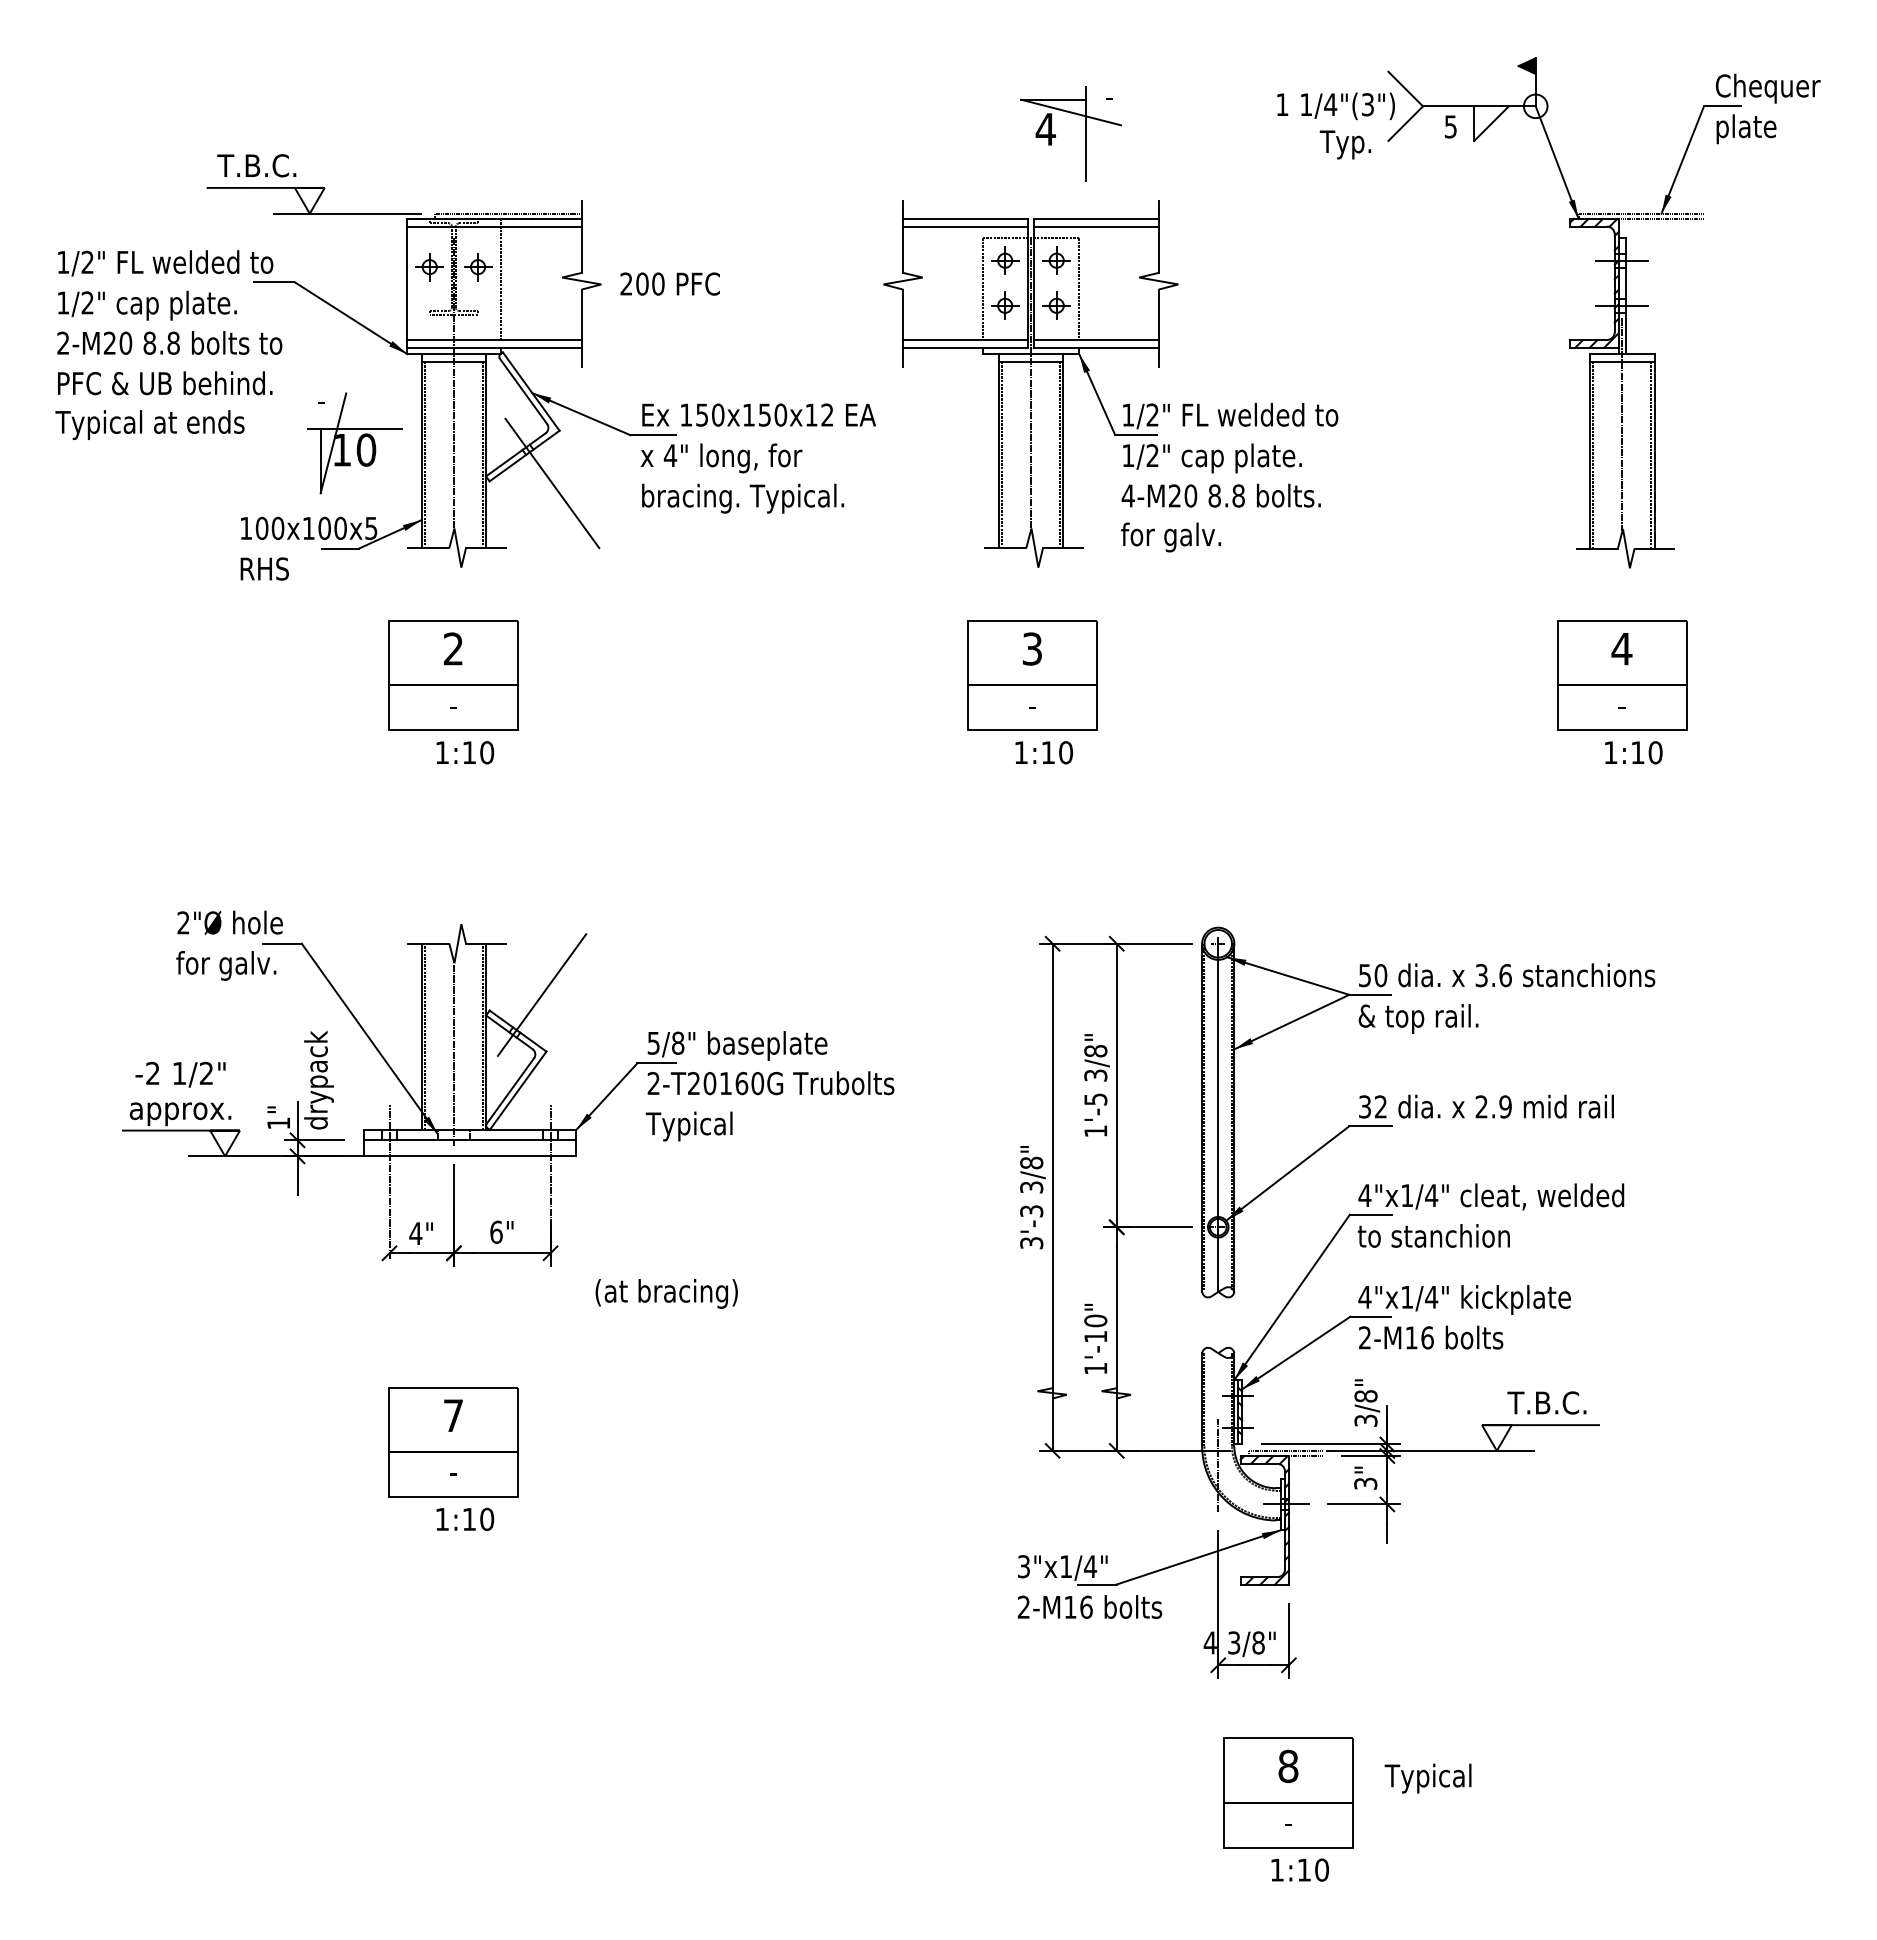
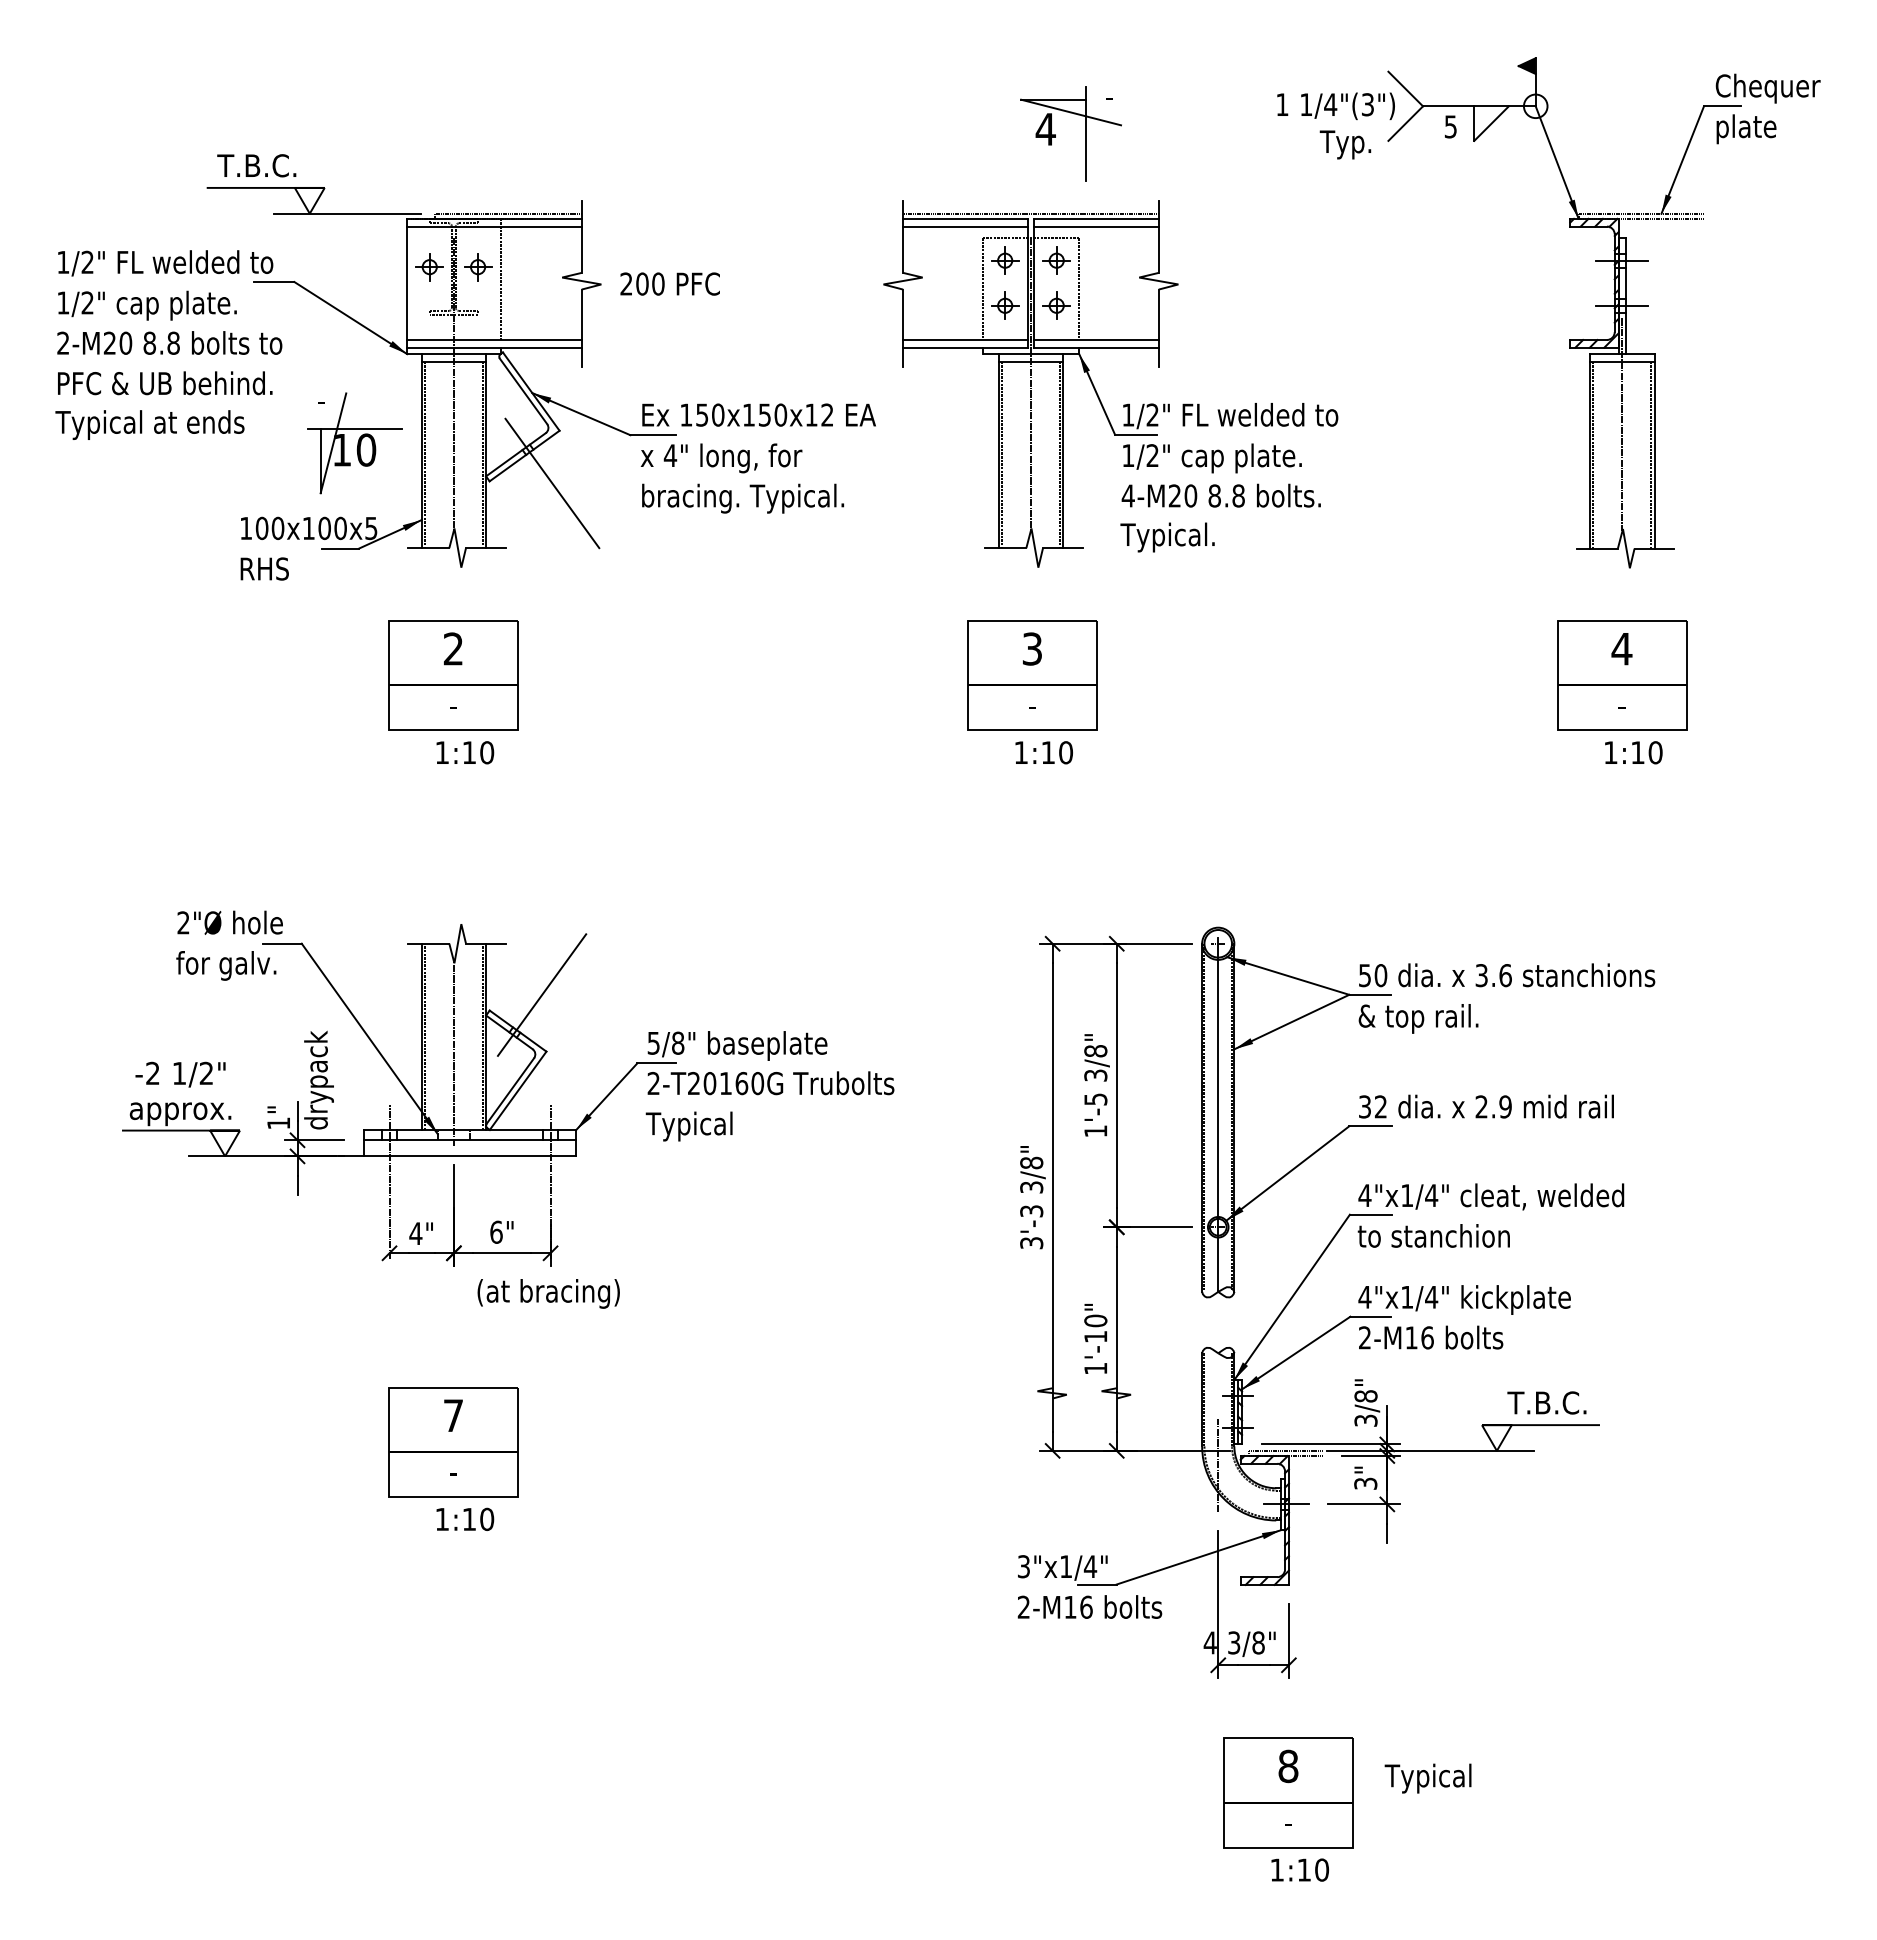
line at (1030, 213): none -> present
text at (1170, 537): for galv. -> Typical.
text at (666, 1293) position: (666, 1293) -> (548, 1293)
